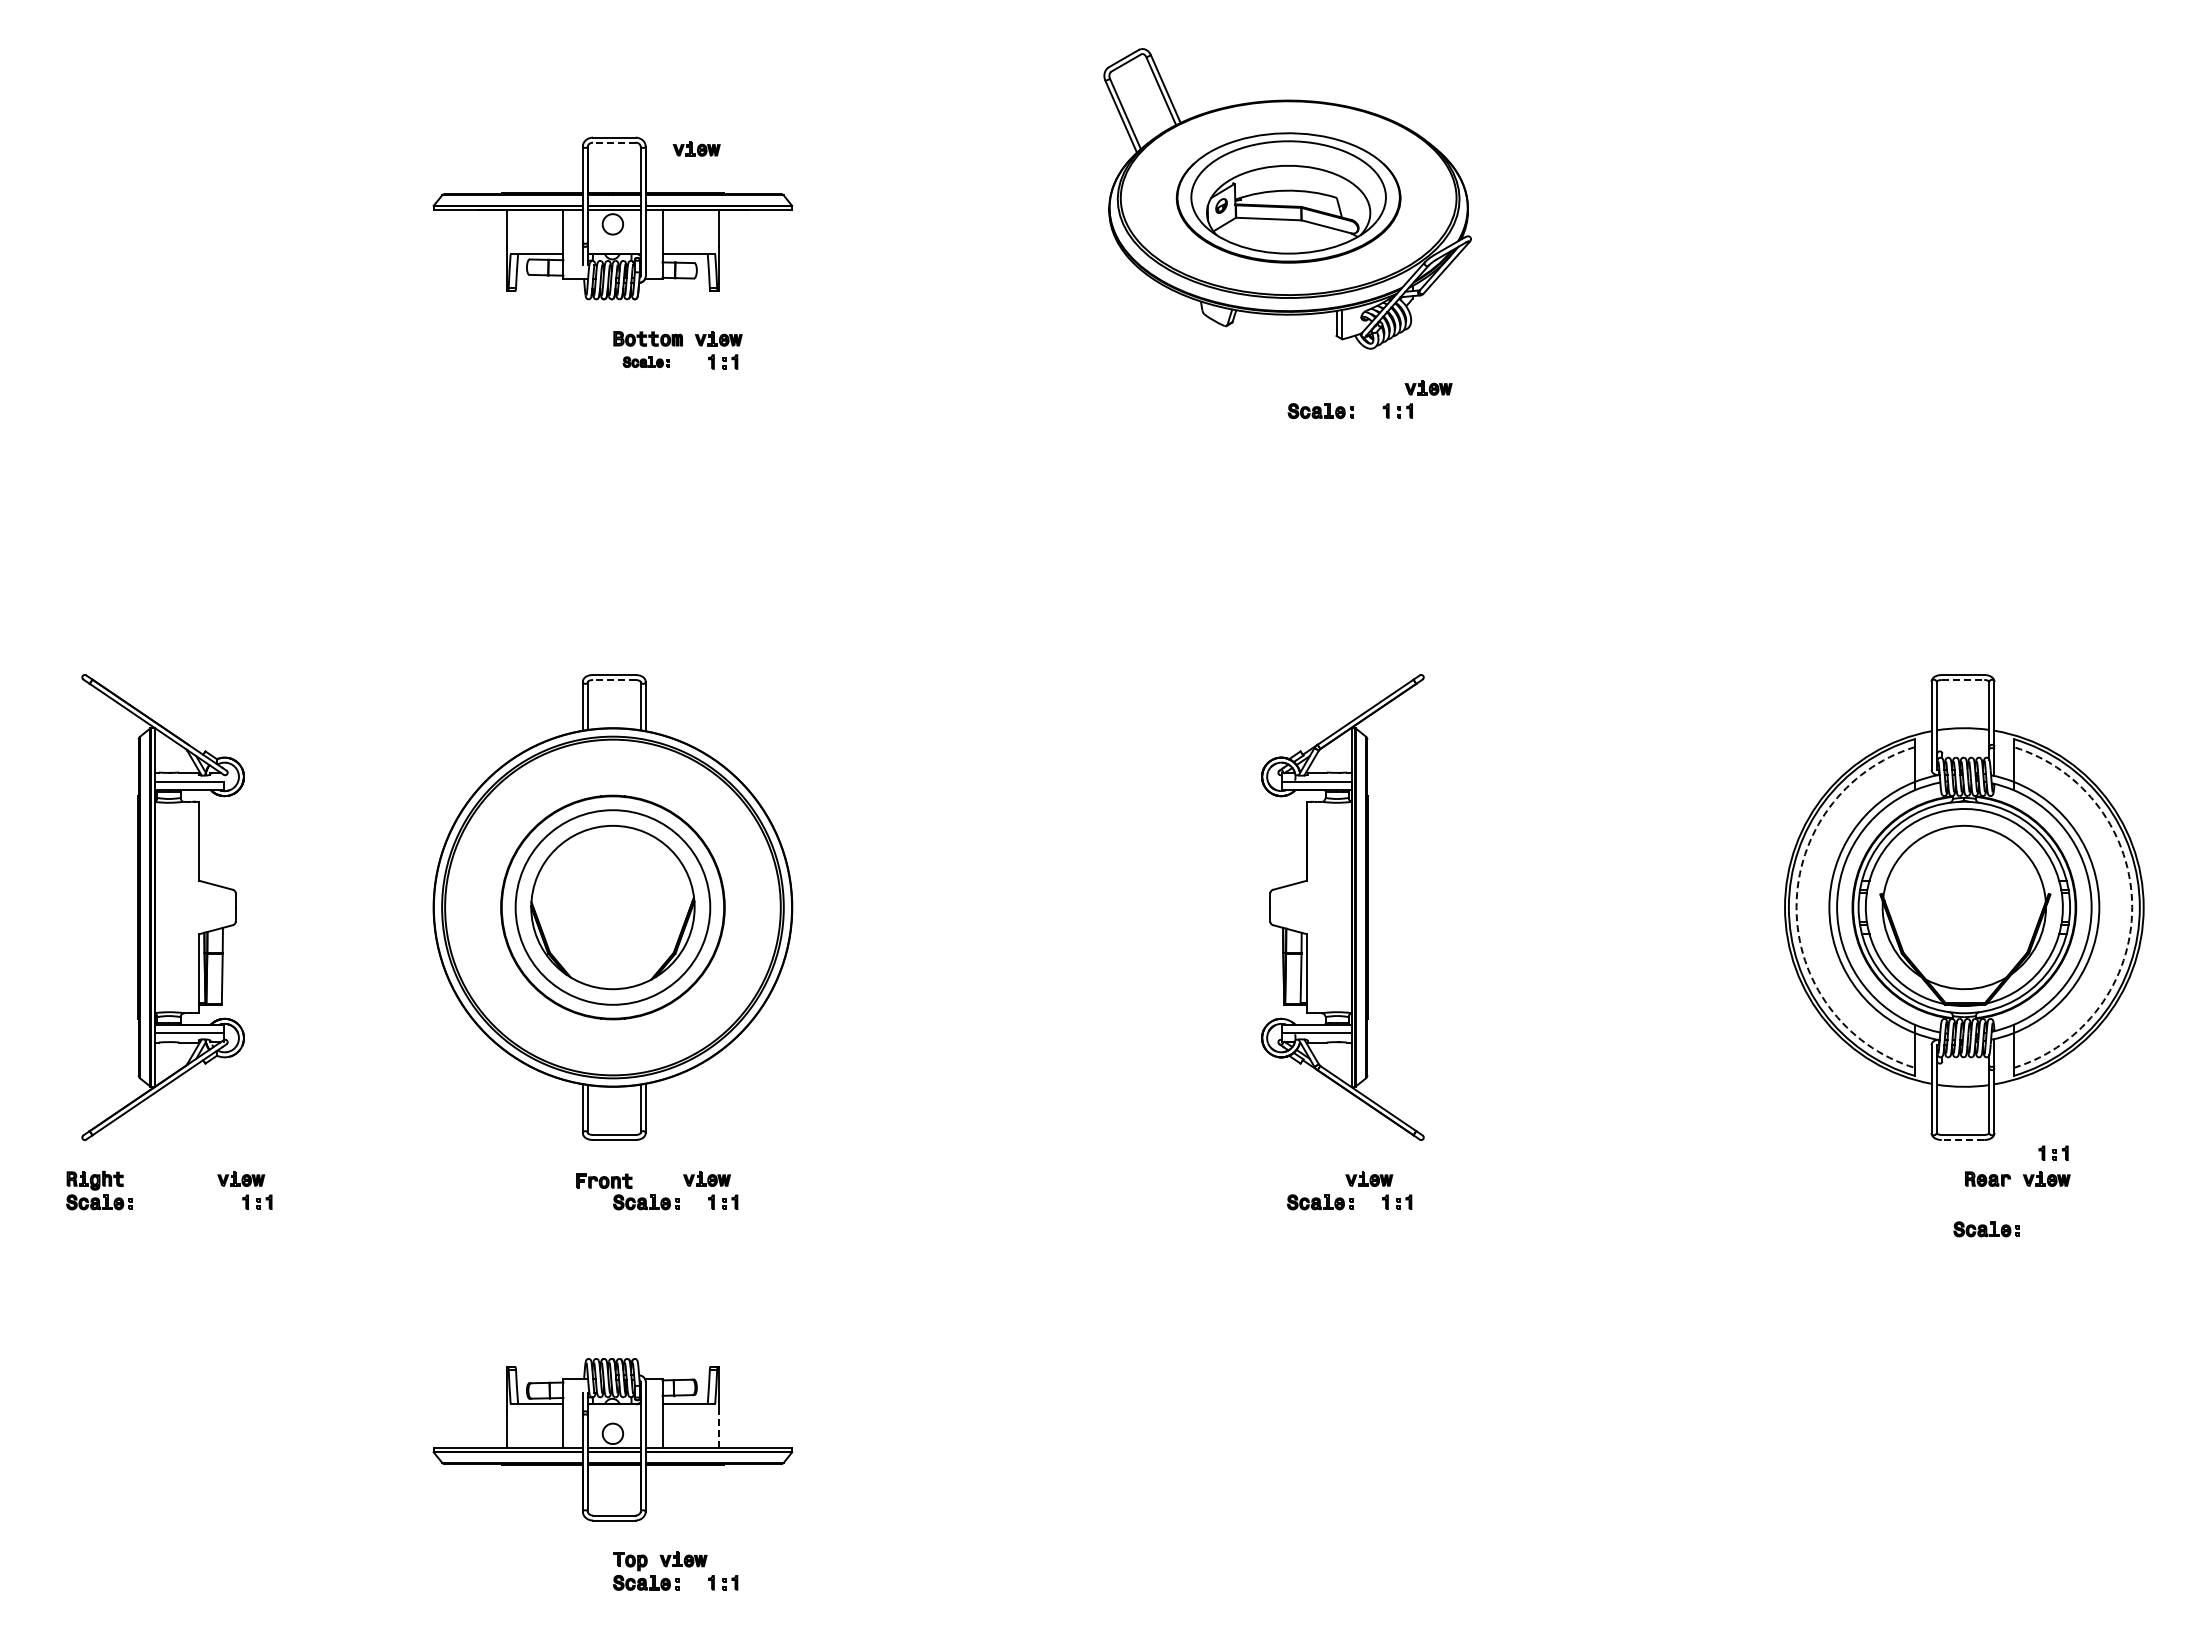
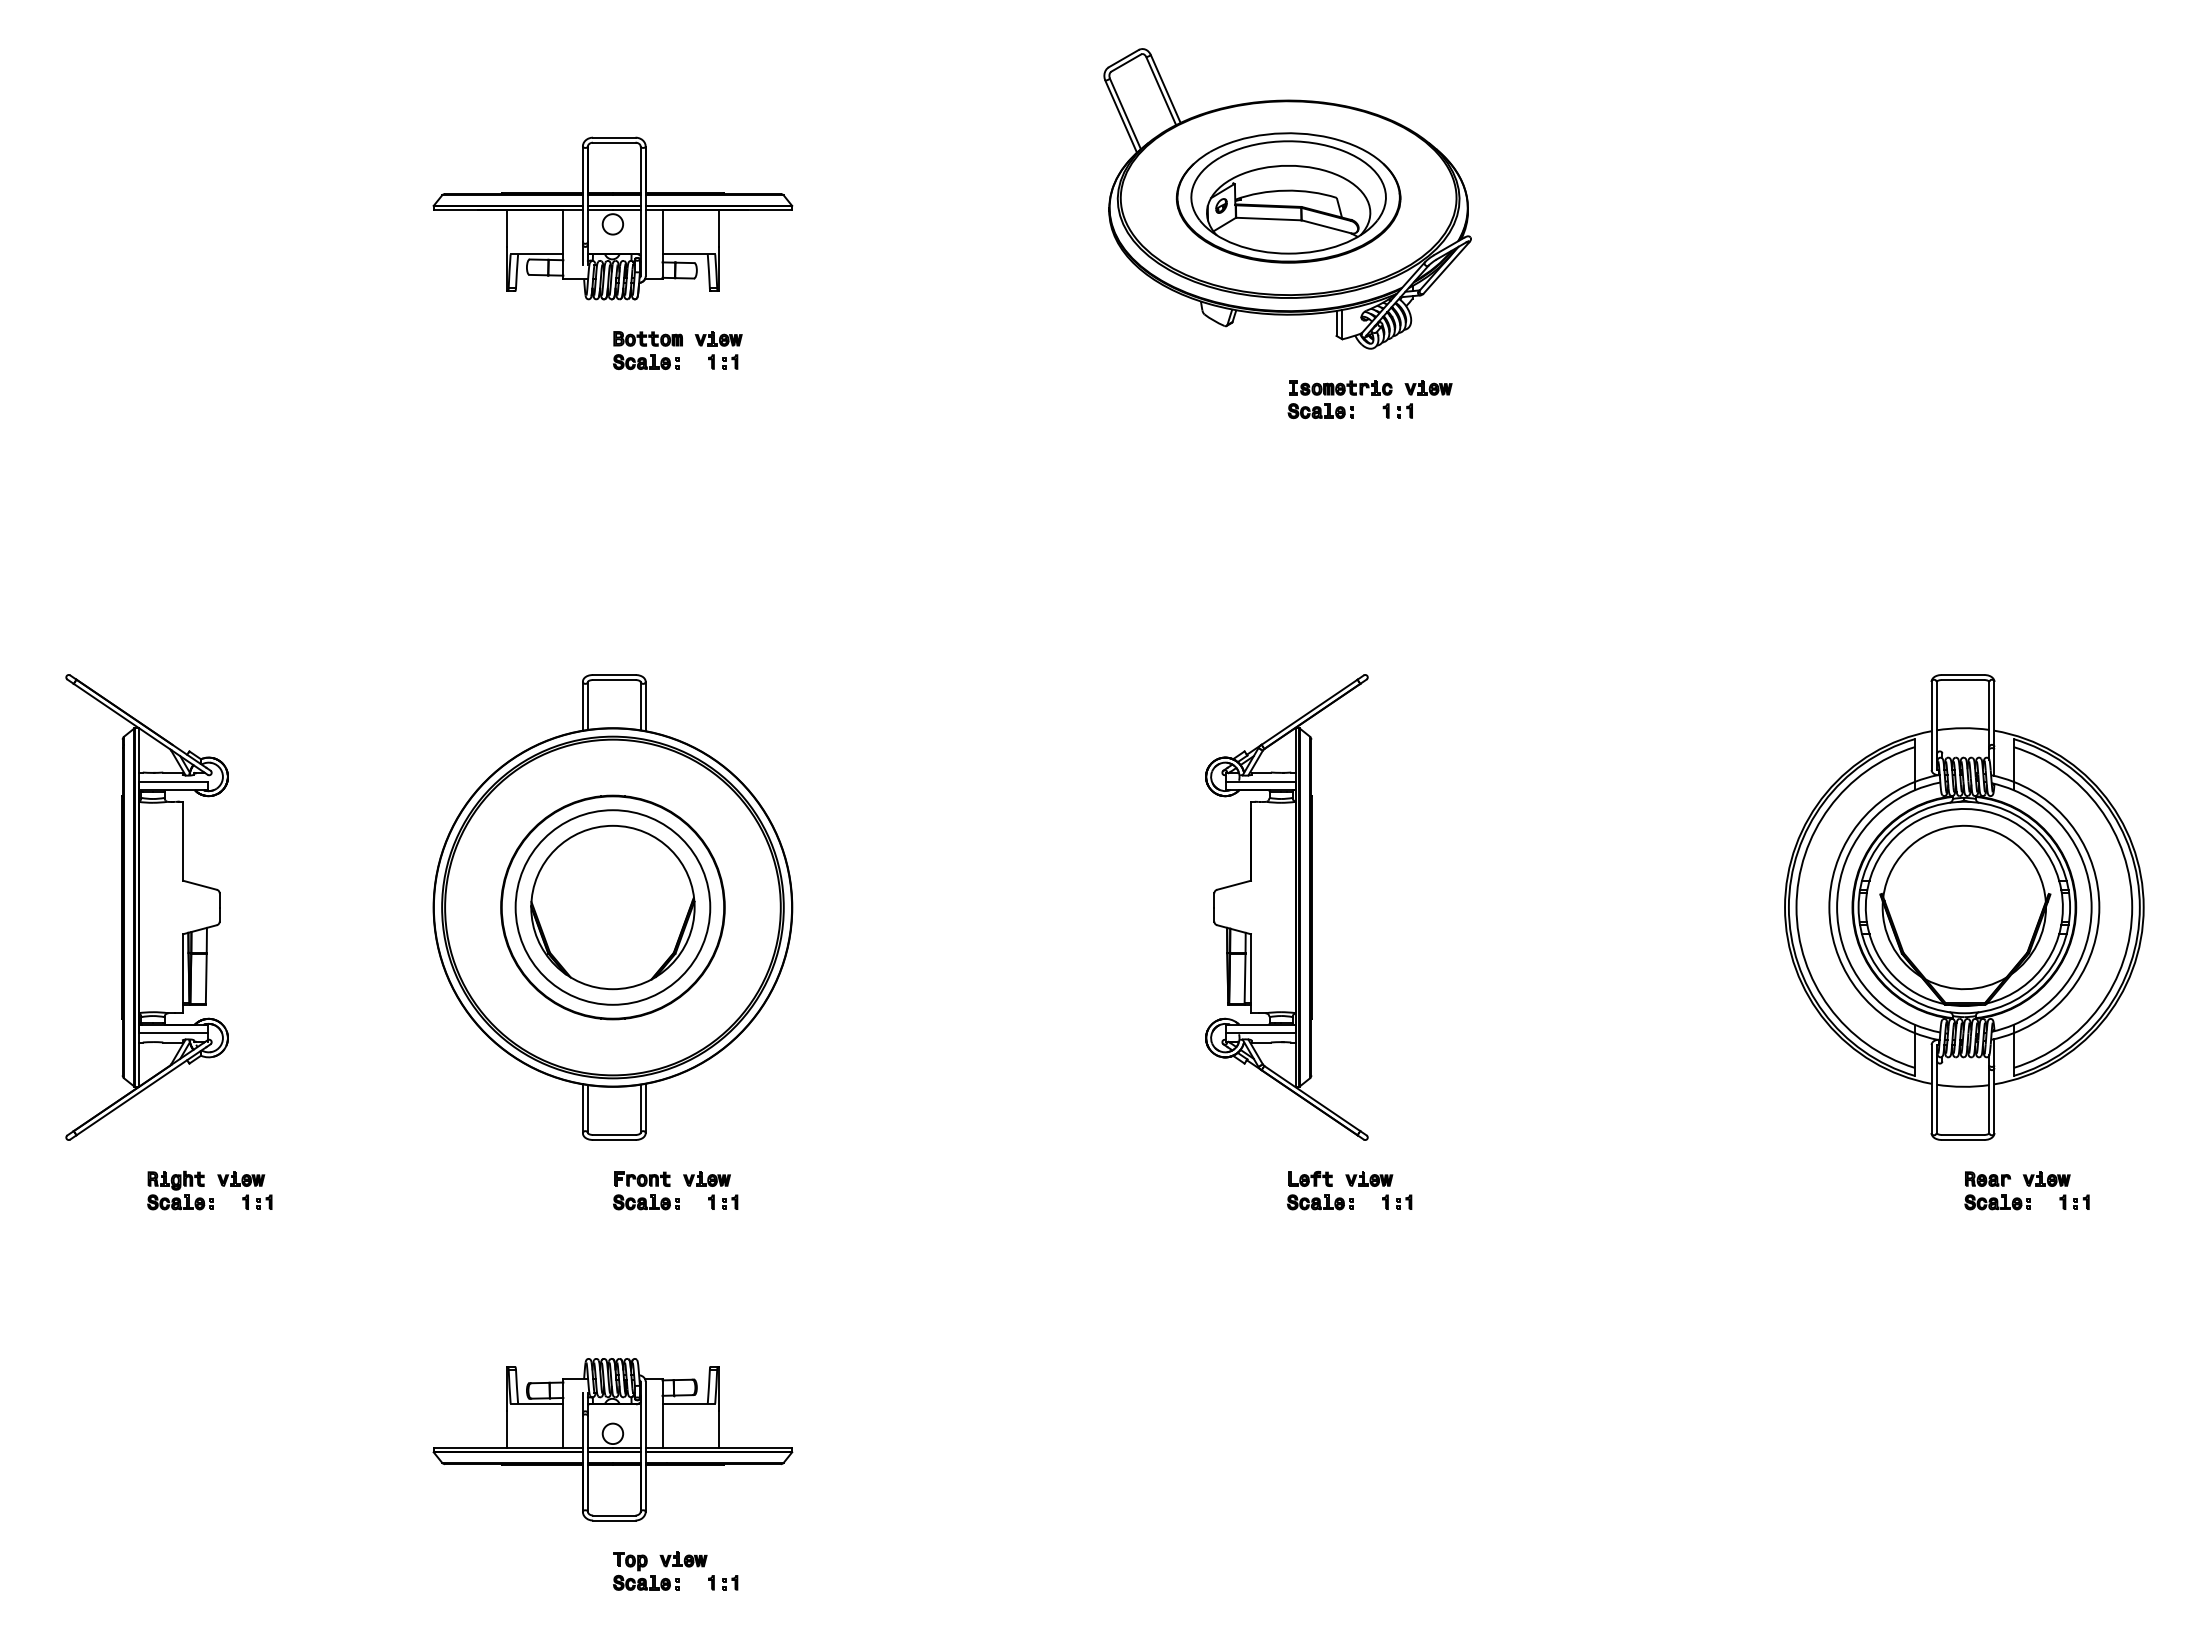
line at (613, 142): dashed -> solid
part at (696, 148): present -> none
part at (645, 361) size: 48x12 px -> 67x17 px
part at (1340, 387): none -> present
line at (613, 679): dashed -> solid
line at (1963, 679): dashed -> solid
part at (162, 907) position: (162, 907) -> (146, 907)
part at (1342, 907) position: (1342, 907) -> (1286, 907)
arc at (1796, 907): dashed -> solid
arc at (2132, 907): dashed -> solid
line at (1962, 1140): dashed -> solid
part at (2053, 1152) position: (2053, 1152) -> (2074, 1201)
part at (1310, 1178): none -> present
part at (604, 1180) position: (604, 1180) -> (642, 1178)
part at (99, 1190) position: (99, 1190) -> (180, 1190)
part at (1986, 1229) position: (1986, 1229) -> (1997, 1202)
line at (718, 1429): dashed -> solid
